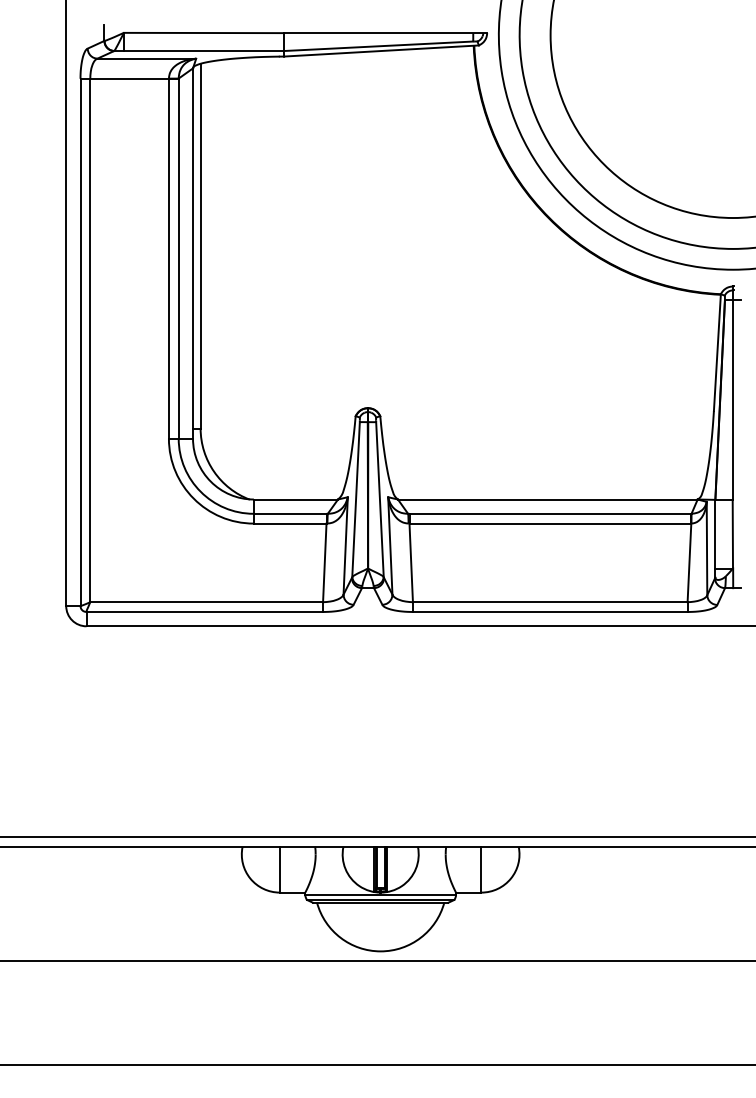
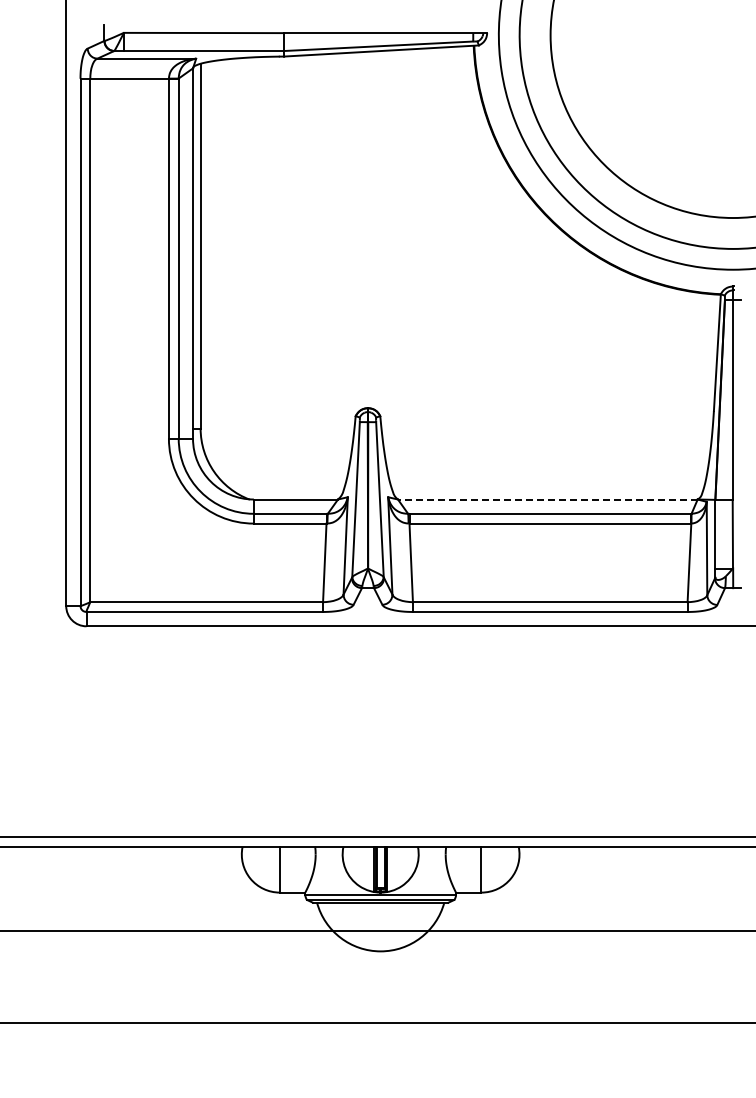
line at (547, 499): solid -> dashed
line at (377, 961) position: (377, 961) -> (377, 931)
line at (377, 1065) position: (377, 1065) -> (377, 1023)
